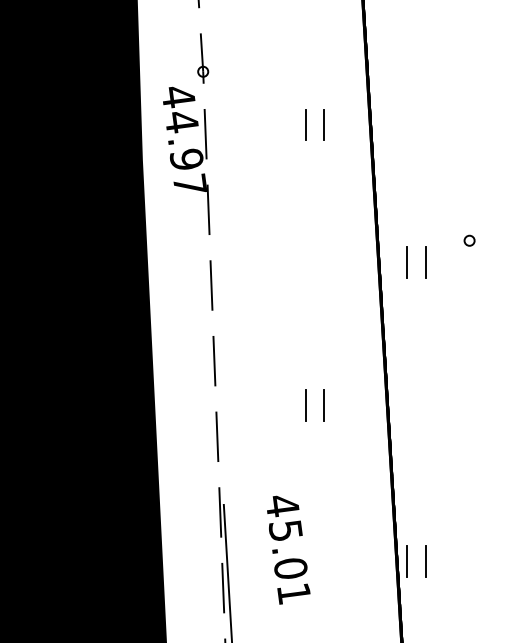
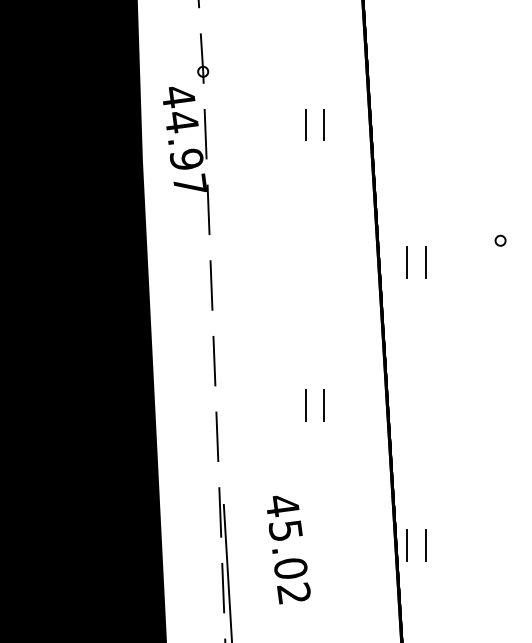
part at (469, 240) position: (469, 240) -> (500, 240)
part at (407, 561) position: (407, 561) -> (407, 545)
text at (293, 593): 45.01 -> 45.02
